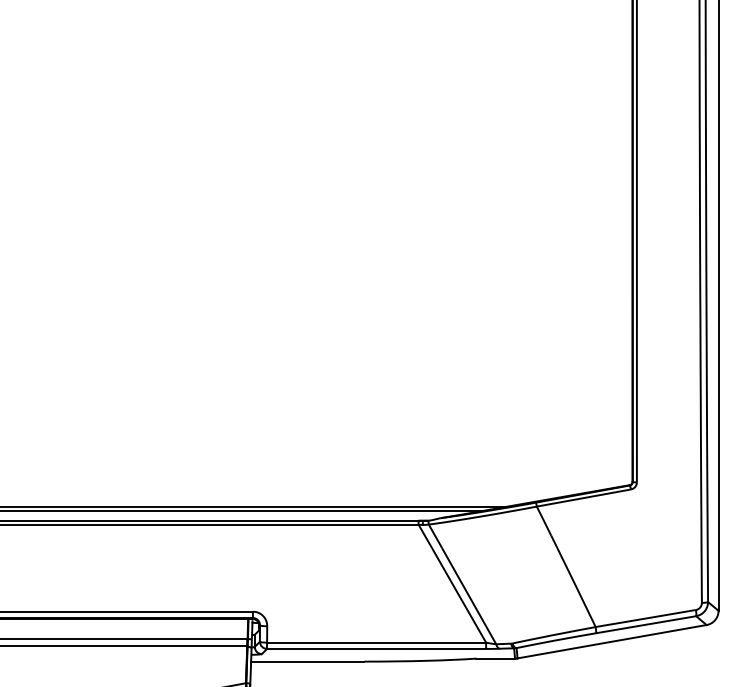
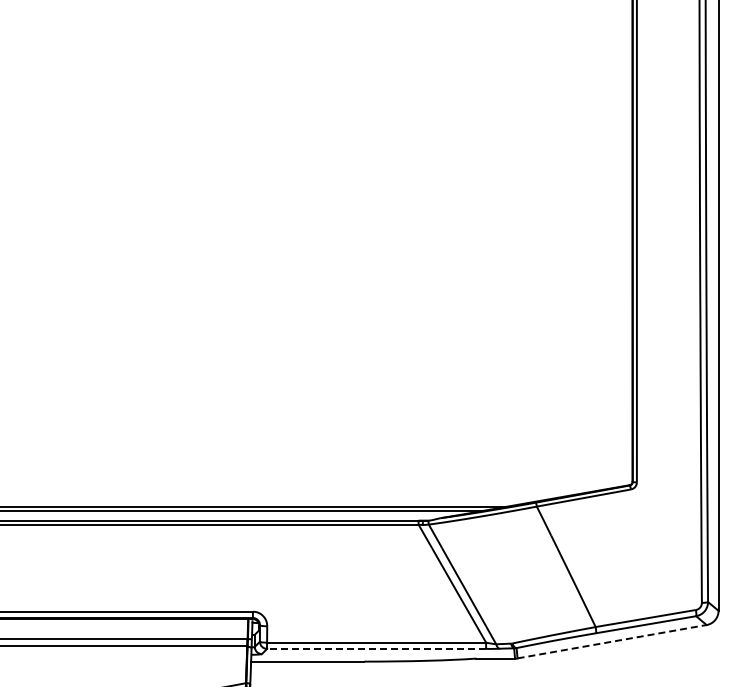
line at (612, 641): solid -> dashed
line at (376, 648): solid -> dashed
